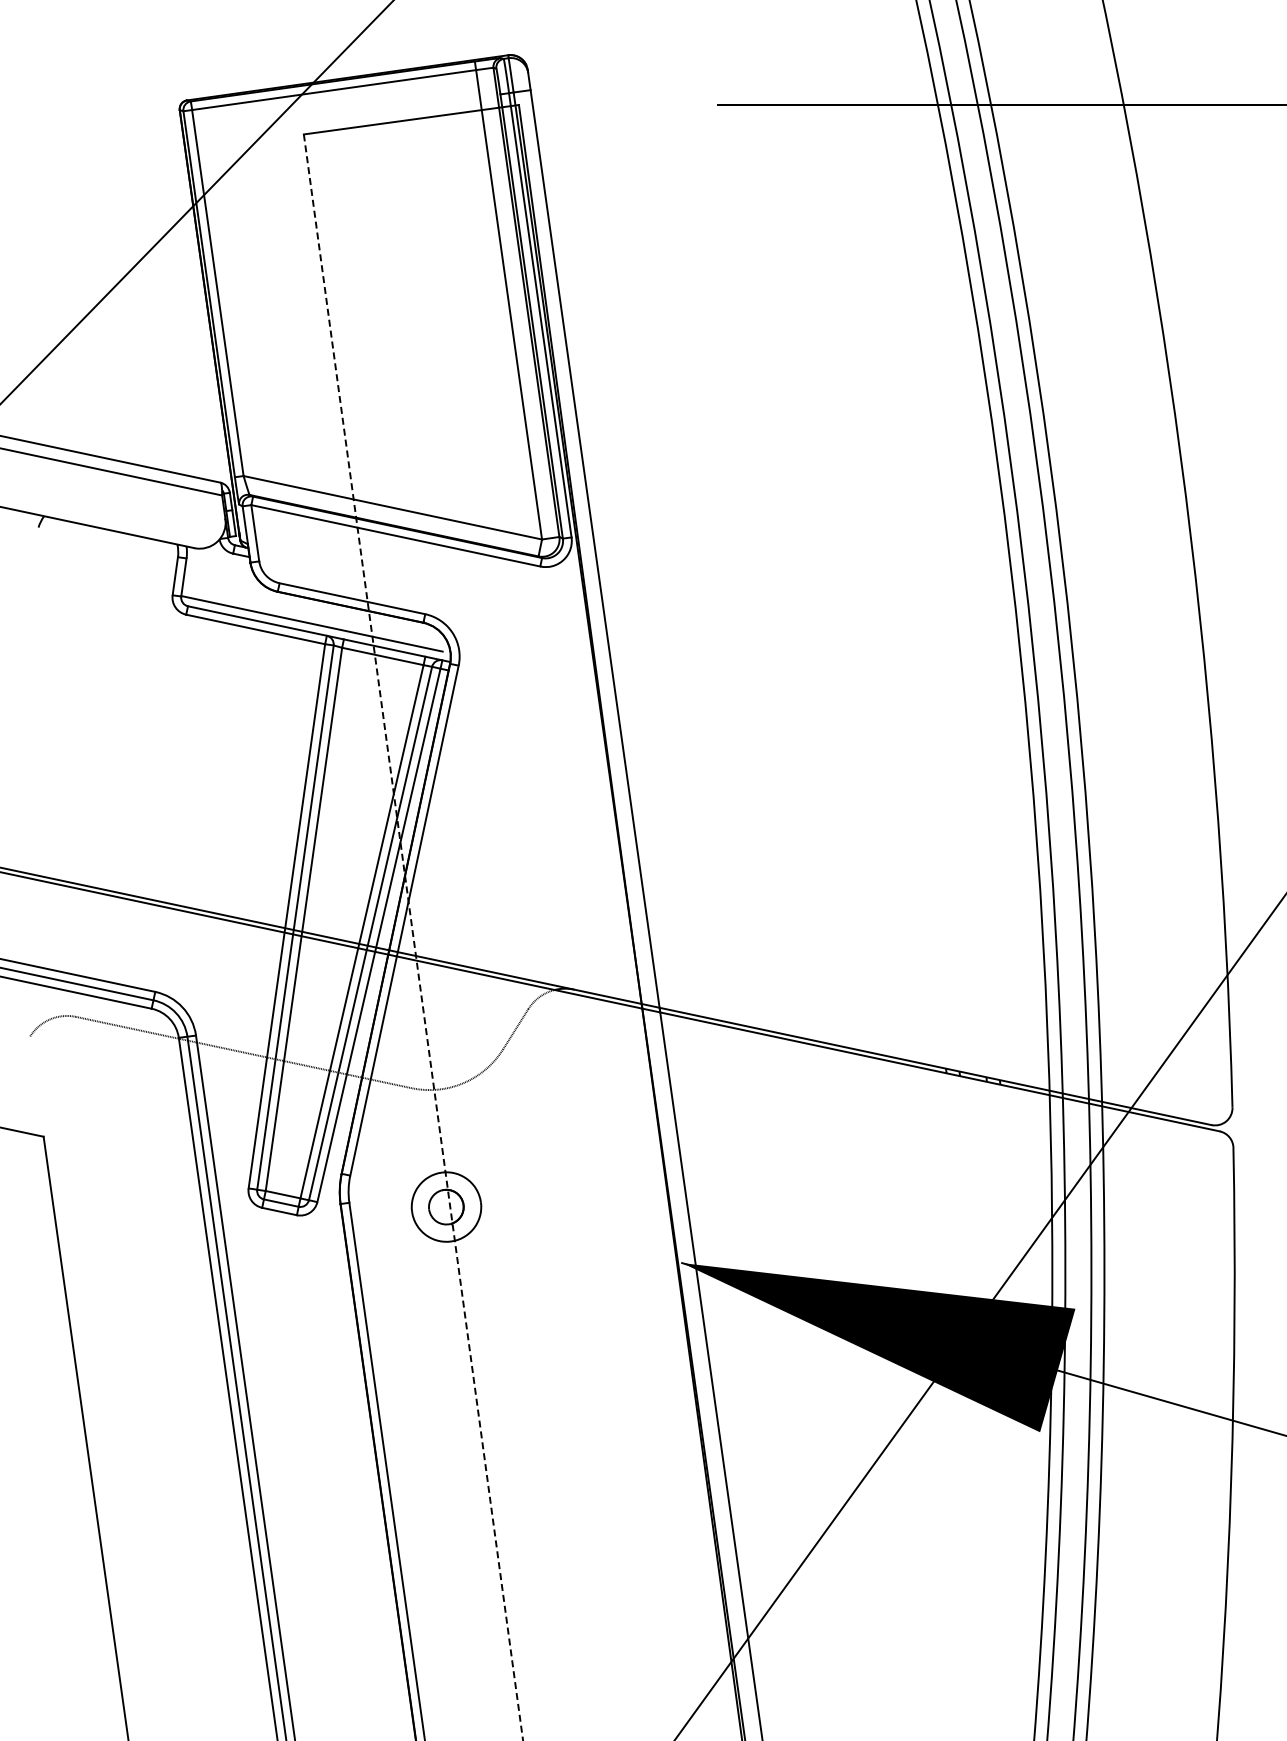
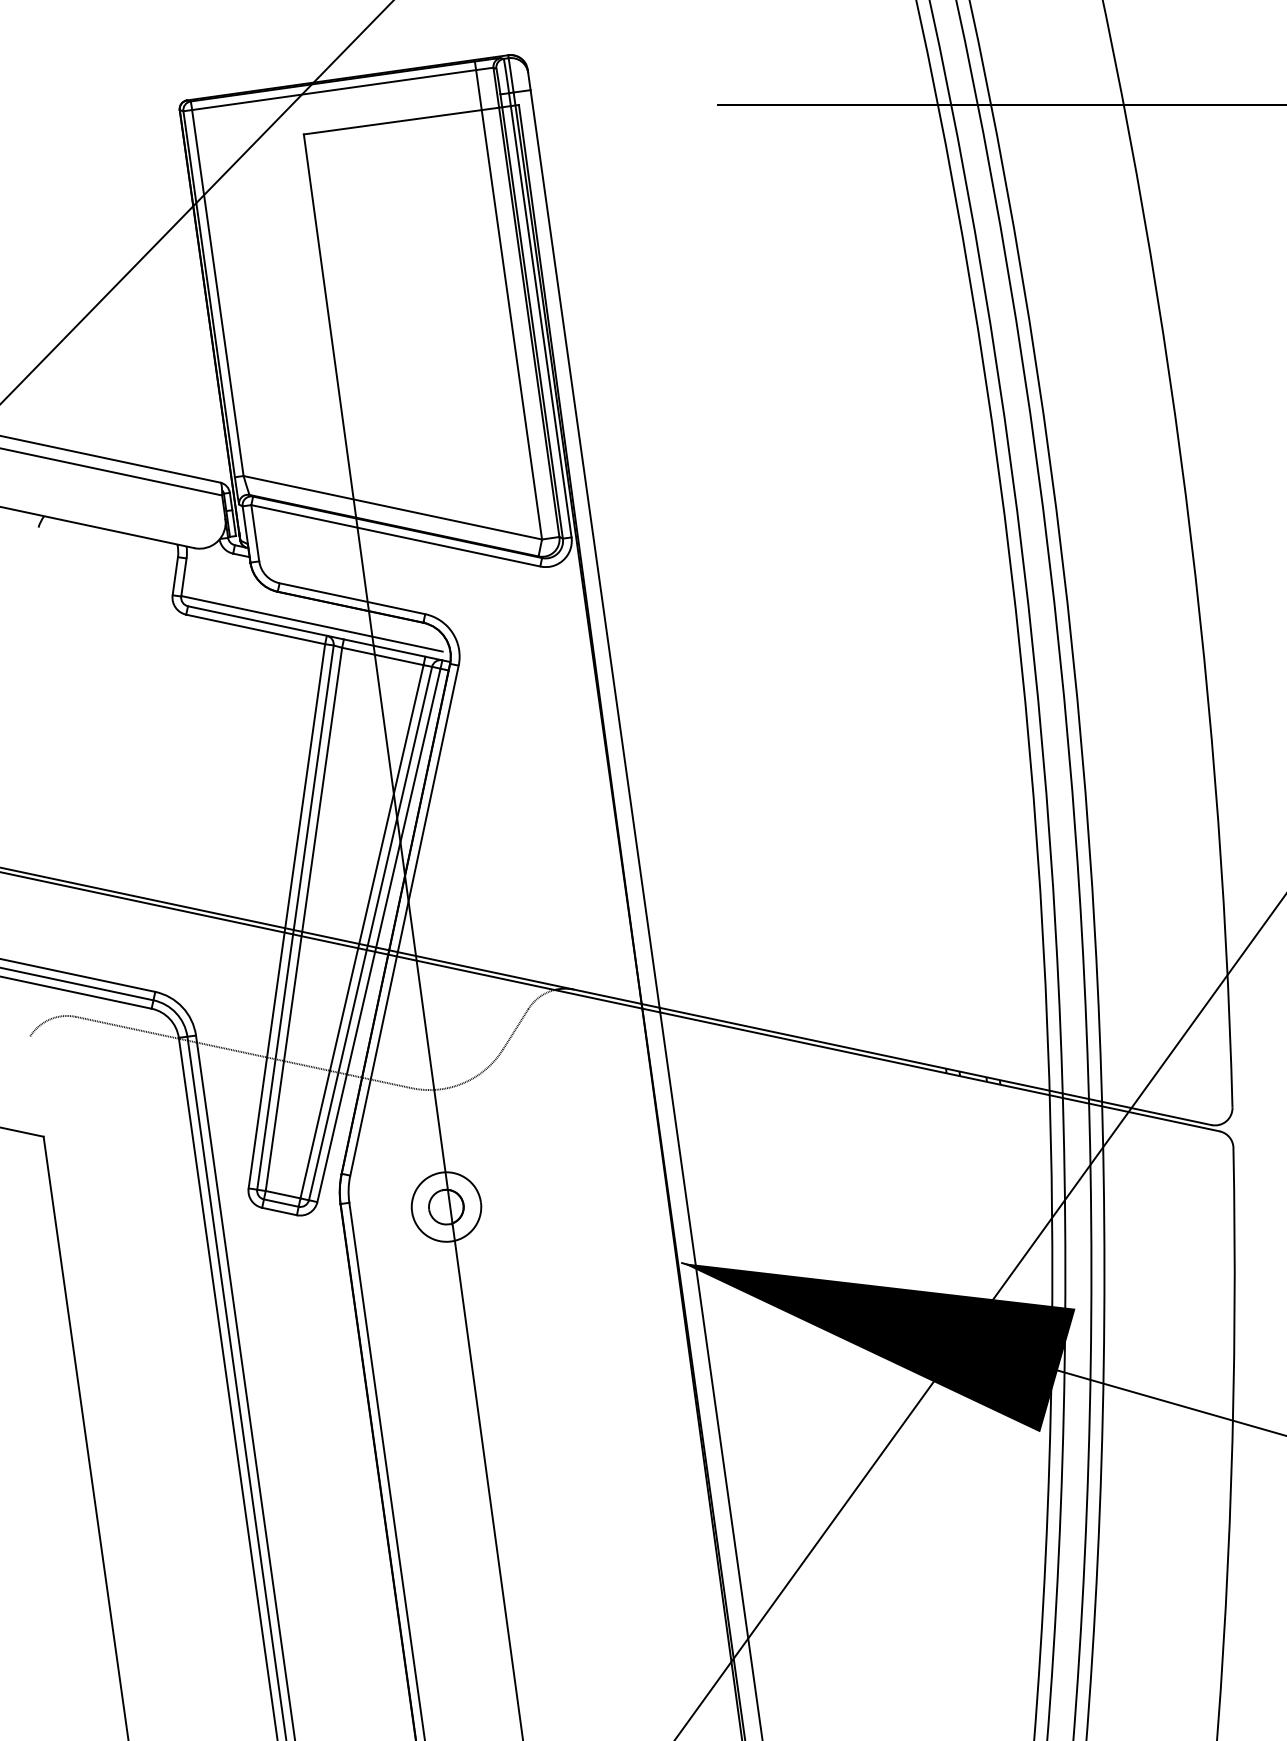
line at (413, 937): dashed -> solid
